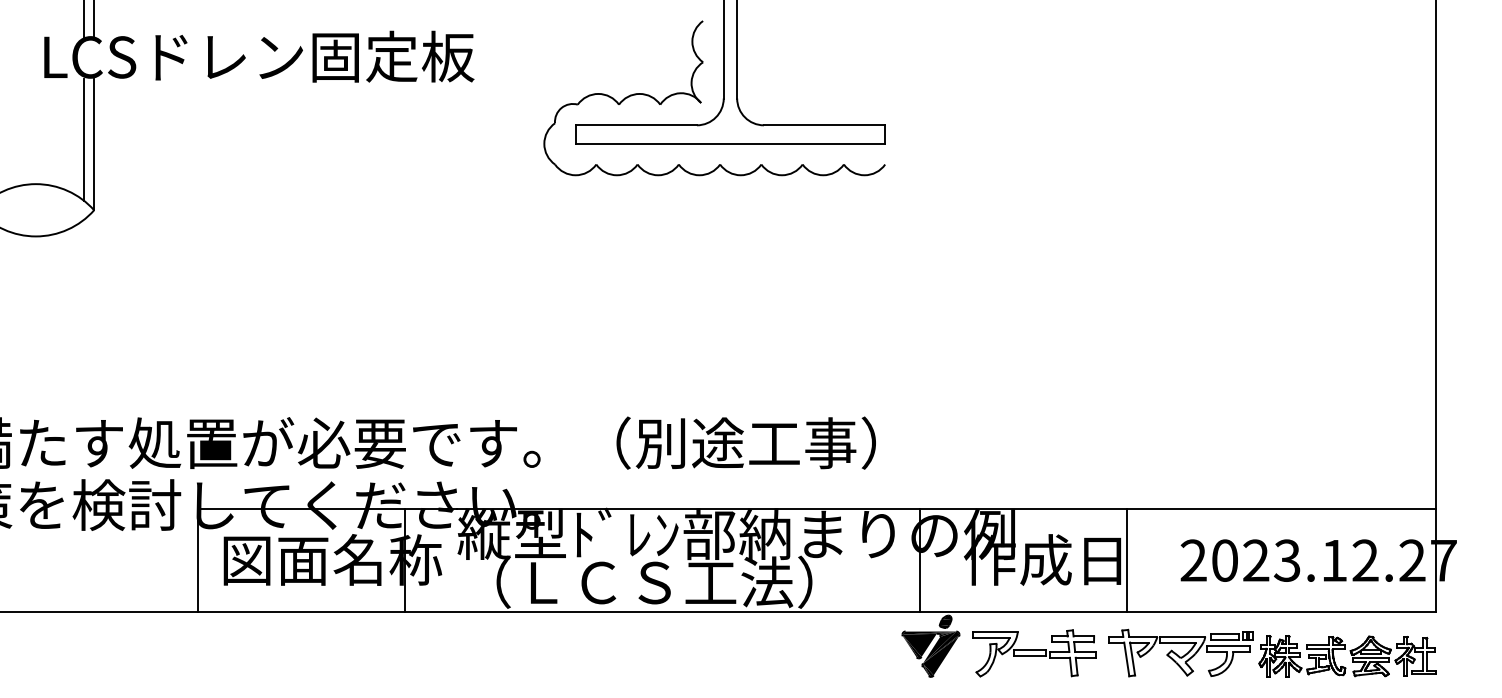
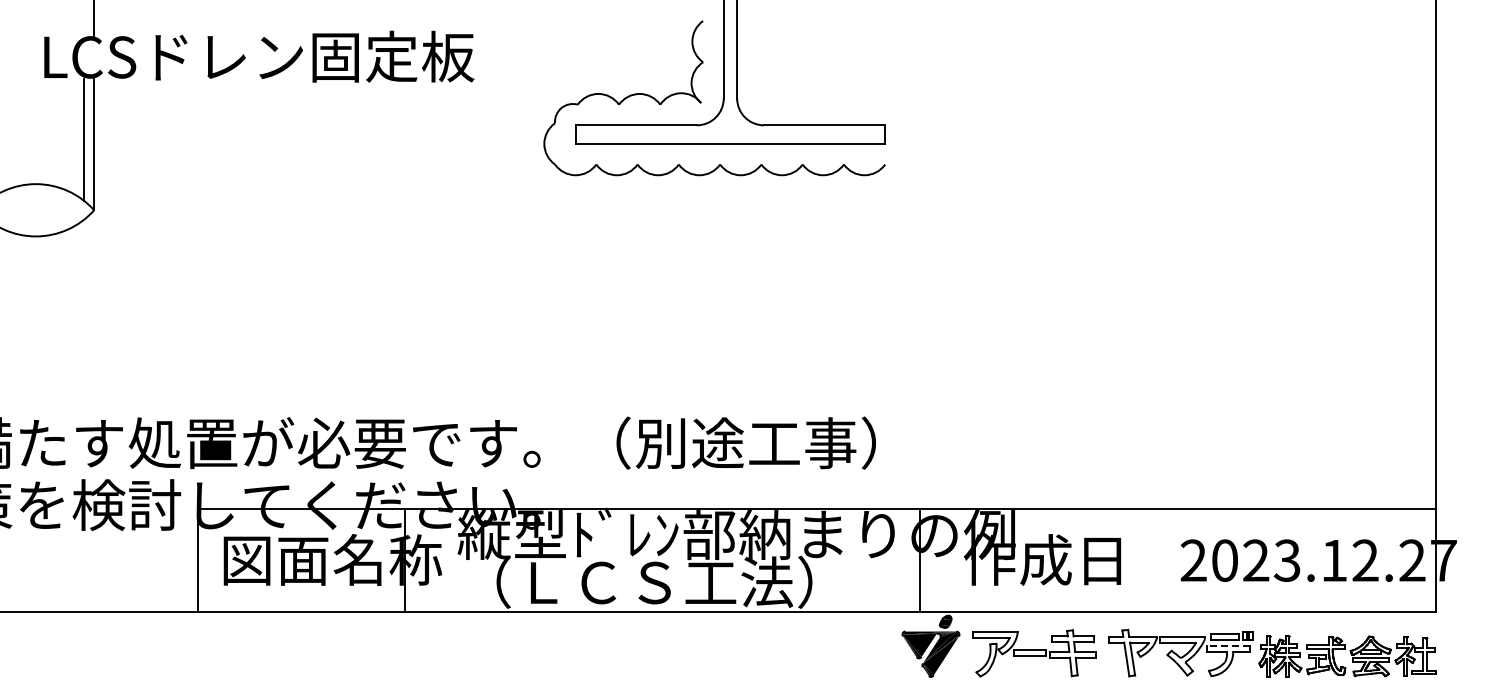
line at (83, 19): present -> none
line at (1126, 560): present -> none
line at (1228, 646): solid -> dashed
